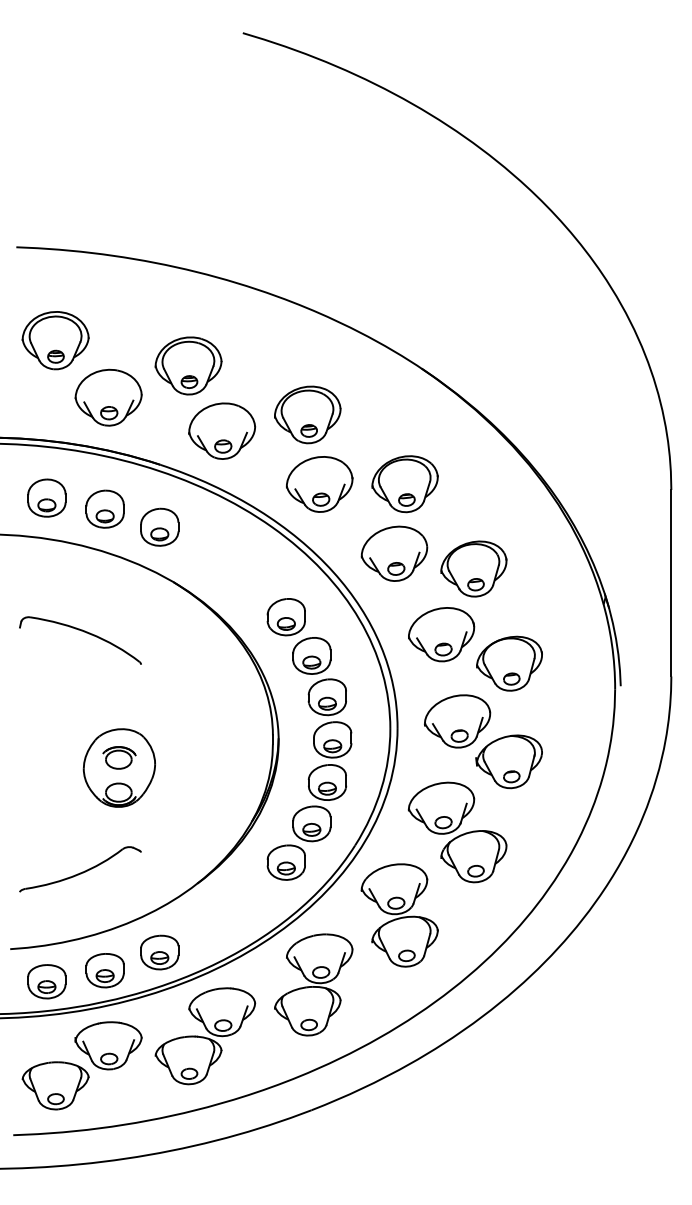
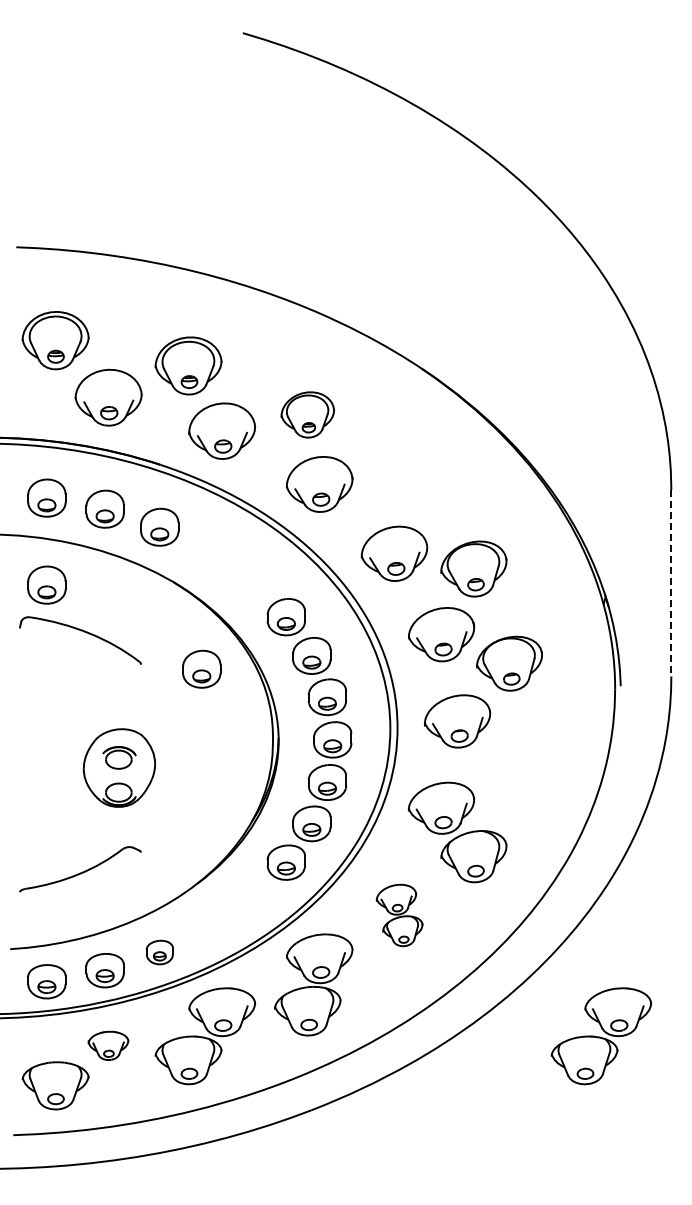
part at (307, 414) size: 68x60 px -> 55x48 px
part at (404, 484): present -> none
line at (671, 583): solid -> dashed
part at (46, 584): none -> present
part at (201, 668): none -> present
part at (508, 761): present -> none
part at (399, 915) size: 79x105 px -> 49x65 px
part at (159, 952) size: 40x37 px -> 28x27 px
part at (601, 1036): none -> present
part at (108, 1045) size: 69x50 px -> 43x31 px
